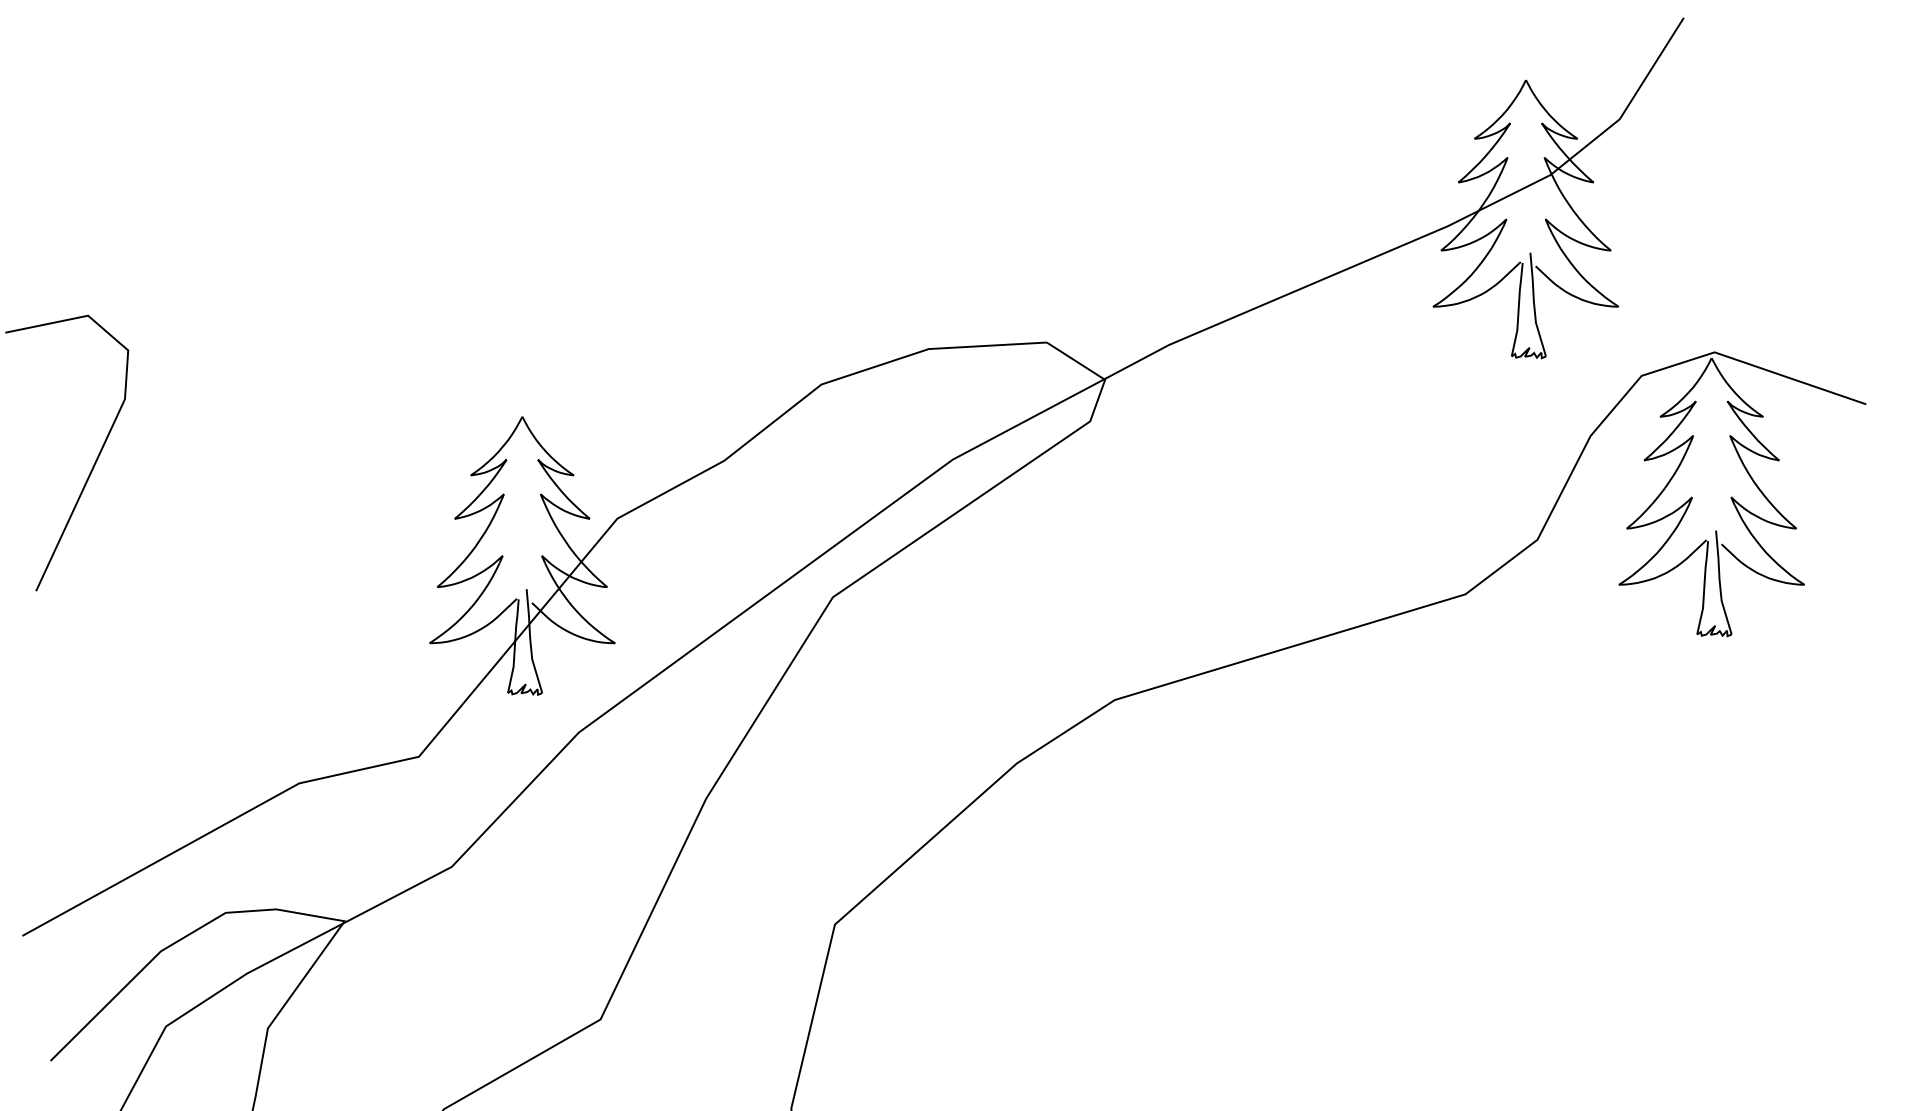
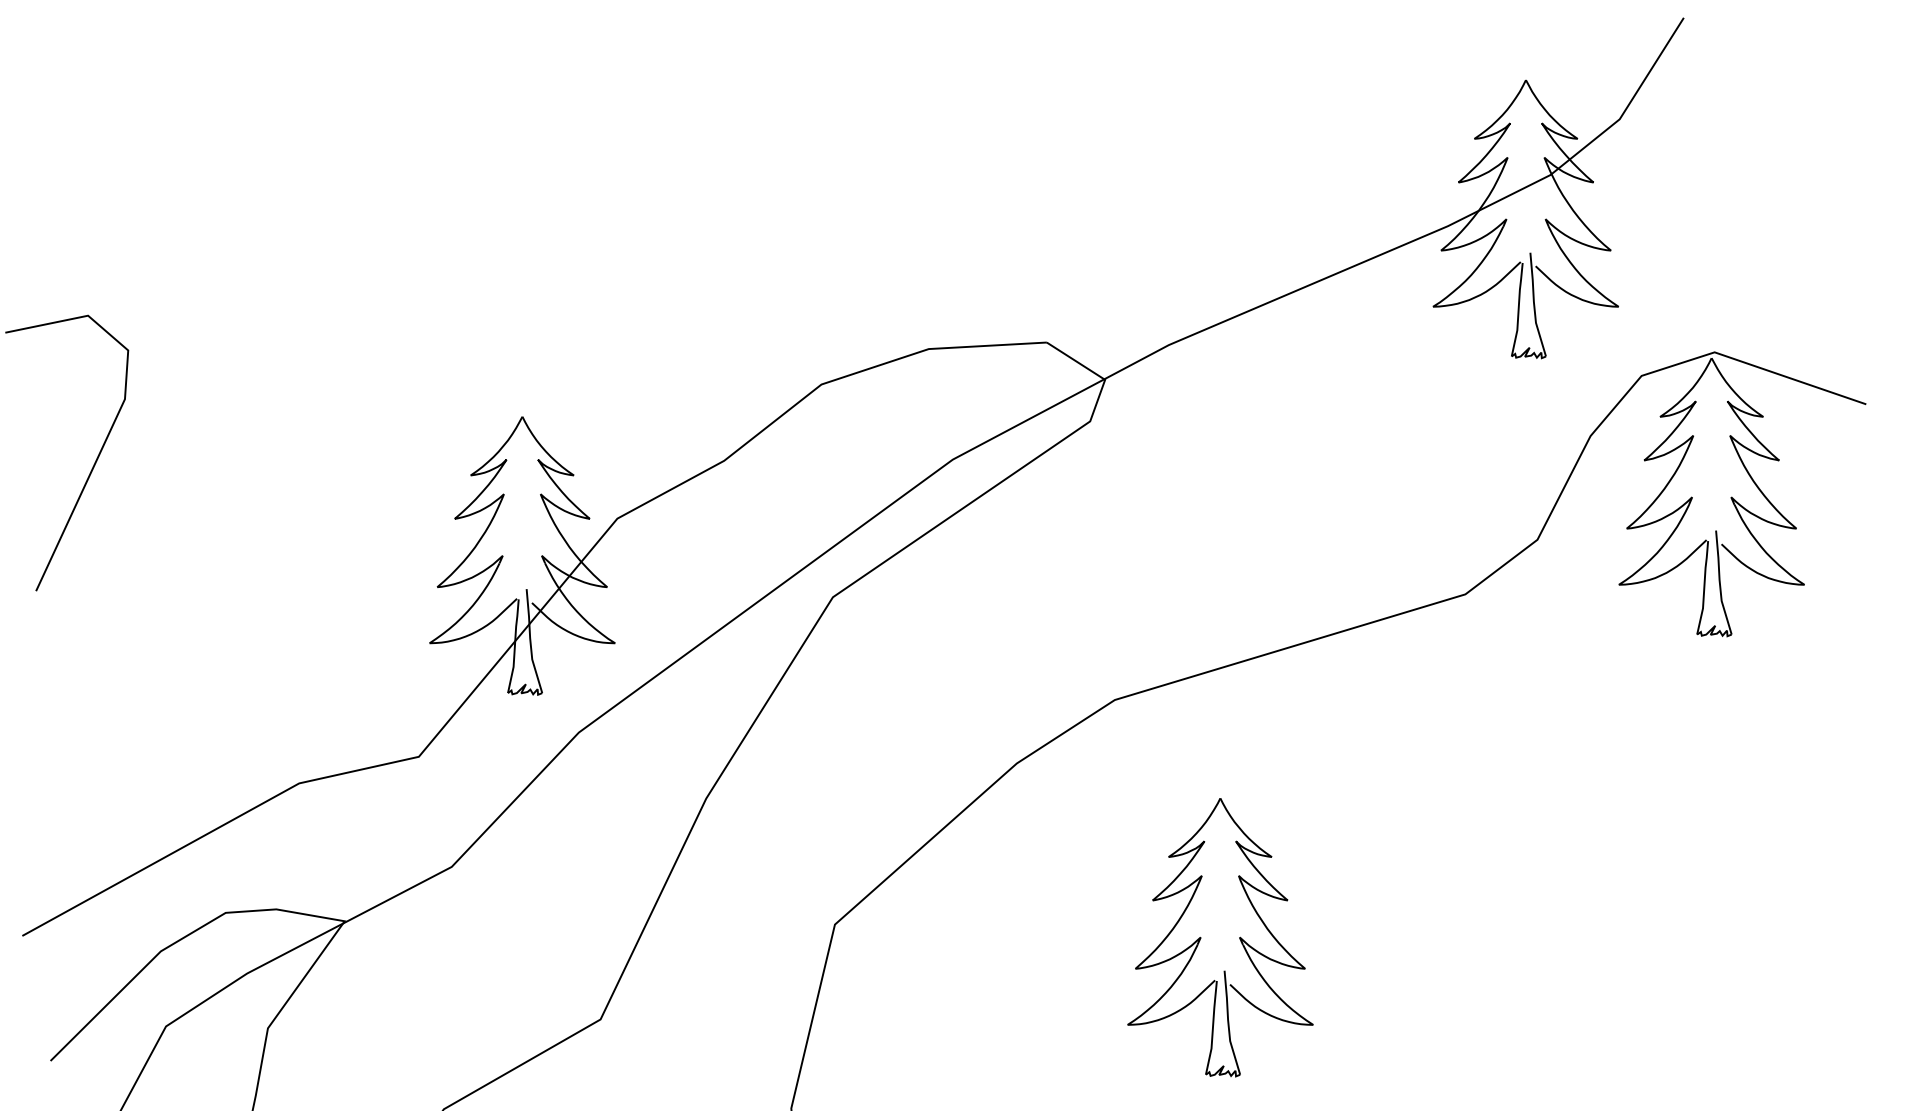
part at (1201, 937): none -> present
